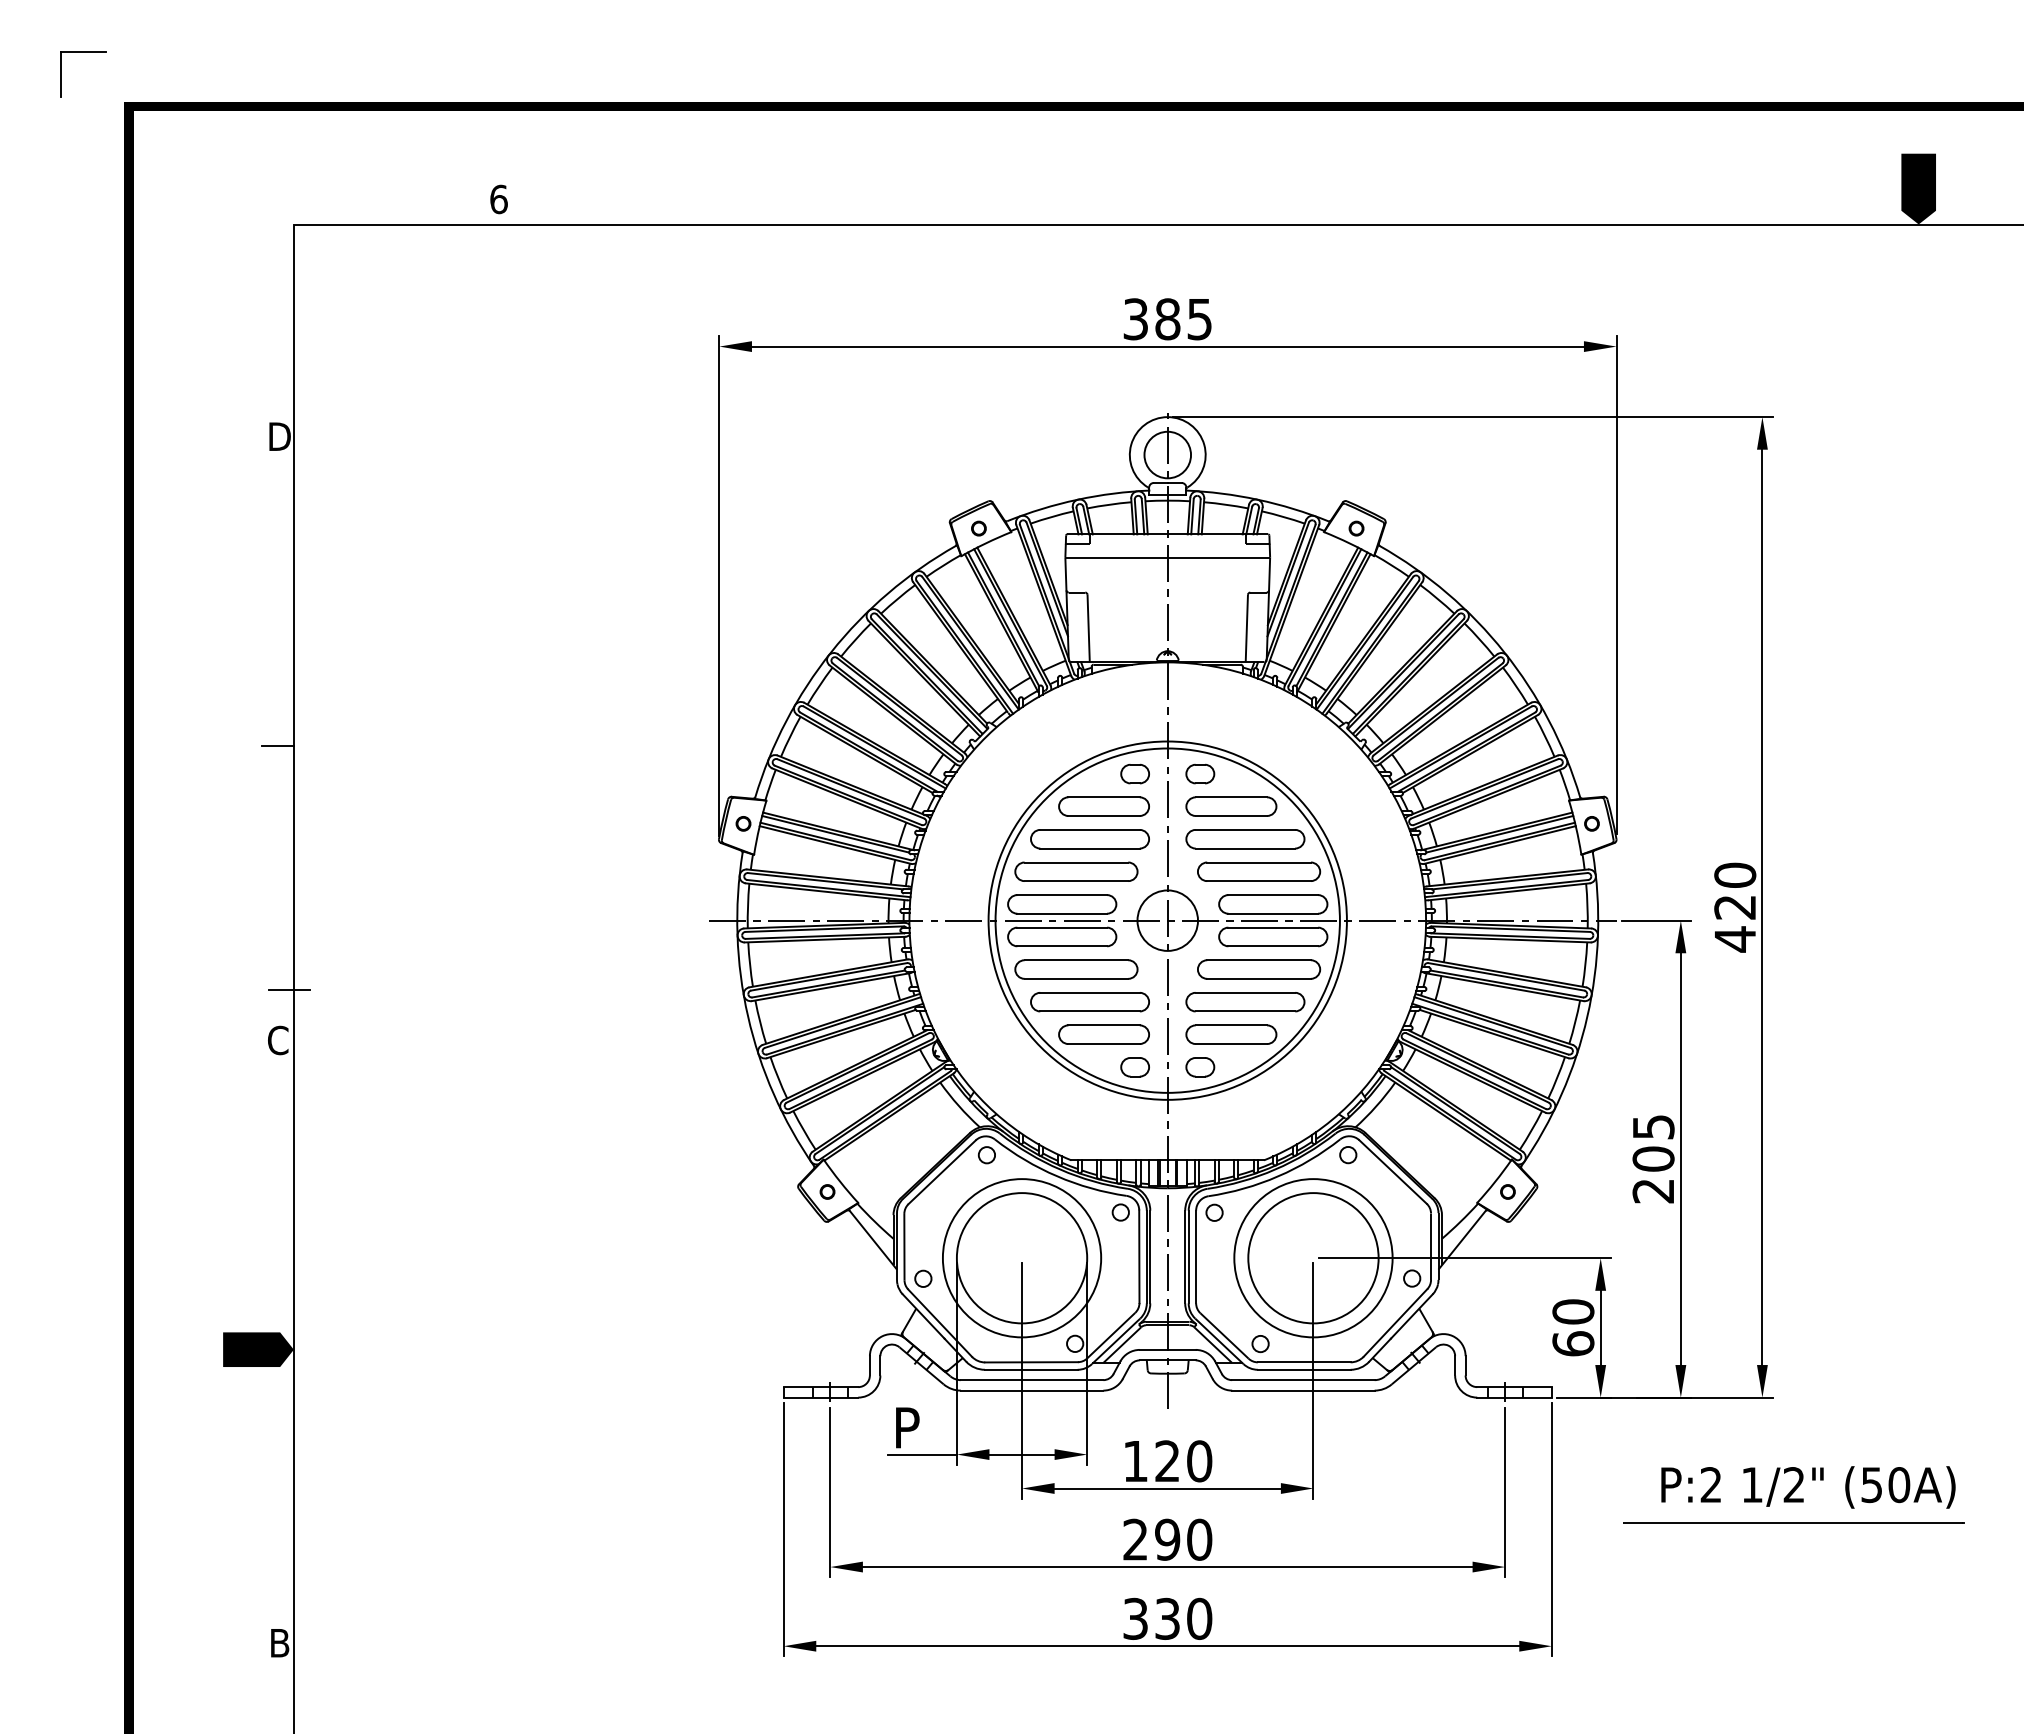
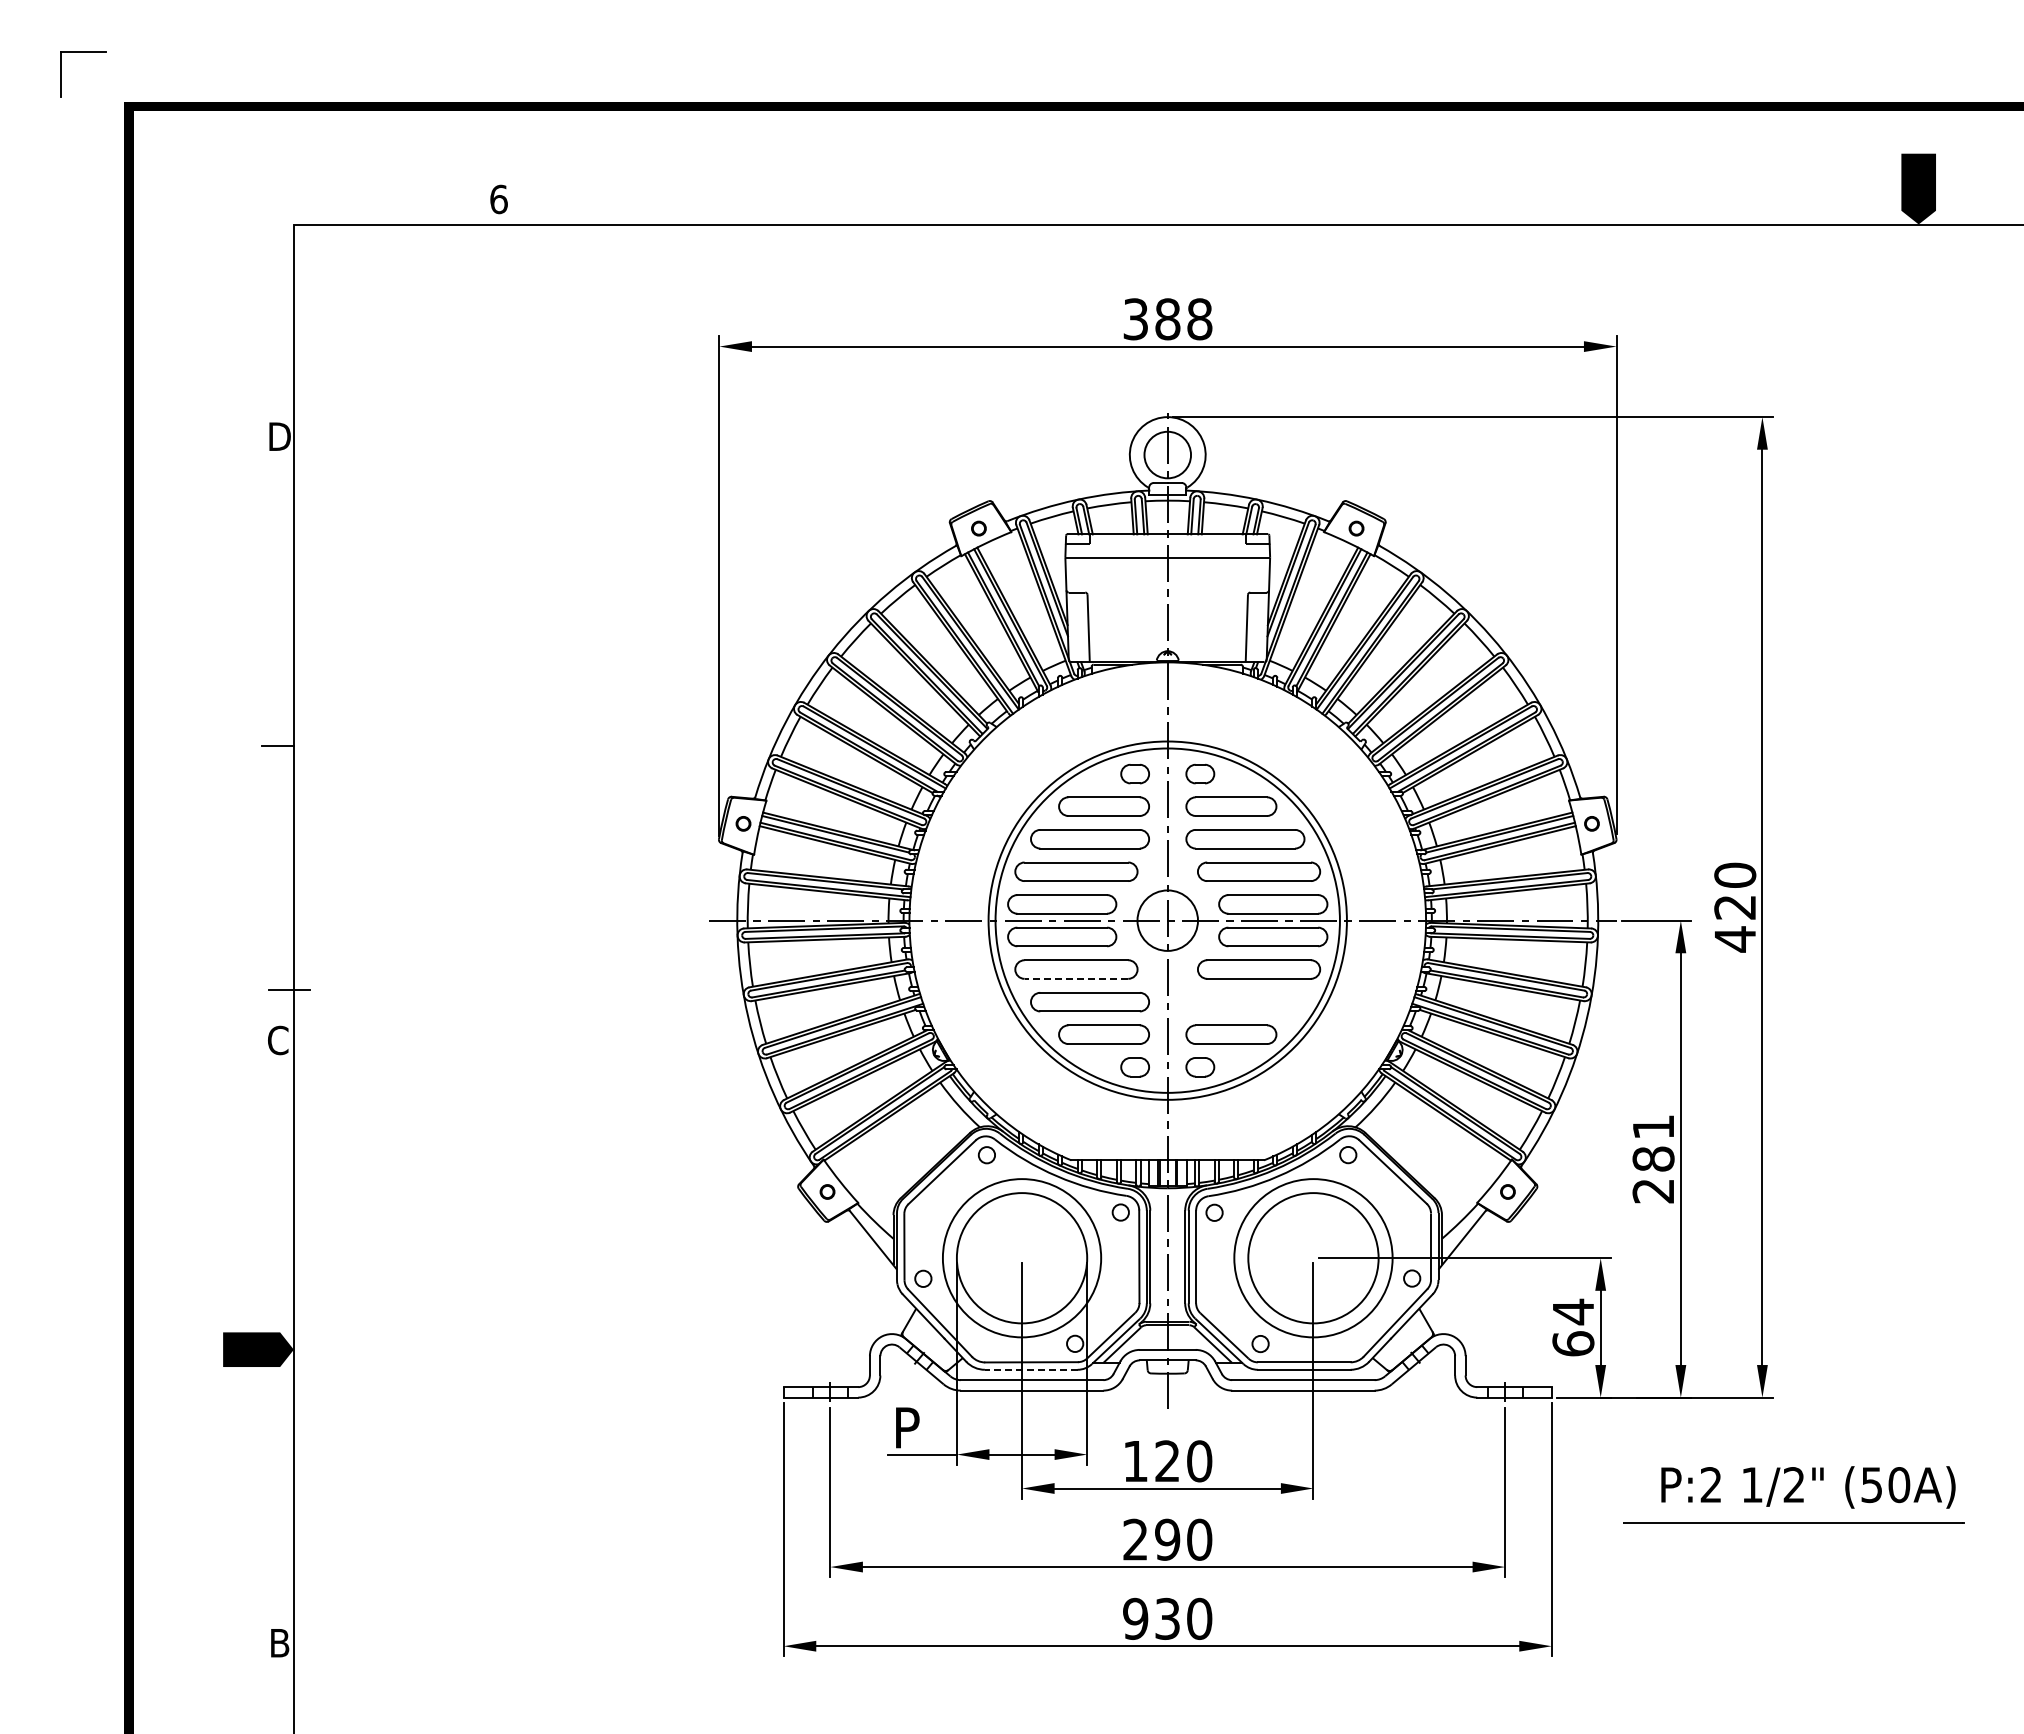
text at (1199, 319): 385 -> 388
line at (1076, 978): solid -> dashed
part at (1245, 1002): present -> none
text at (1653, 1143): 205 -> 281
text at (1573, 1311): 60 -> 64
line at (1030, 1369): solid -> dashed
text at (1135, 1618): 330 -> 930
